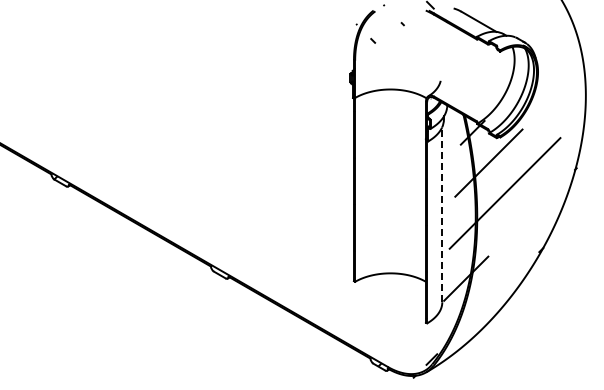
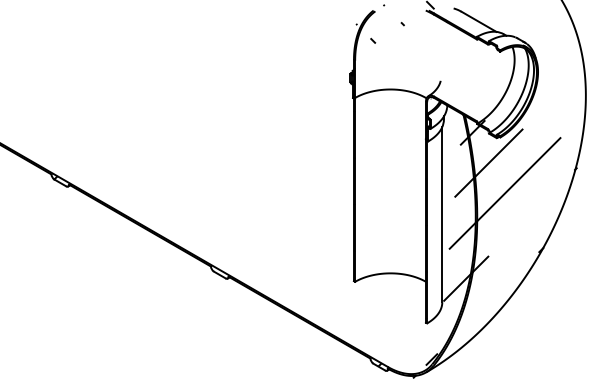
line at (442, 214): dashed -> solid
